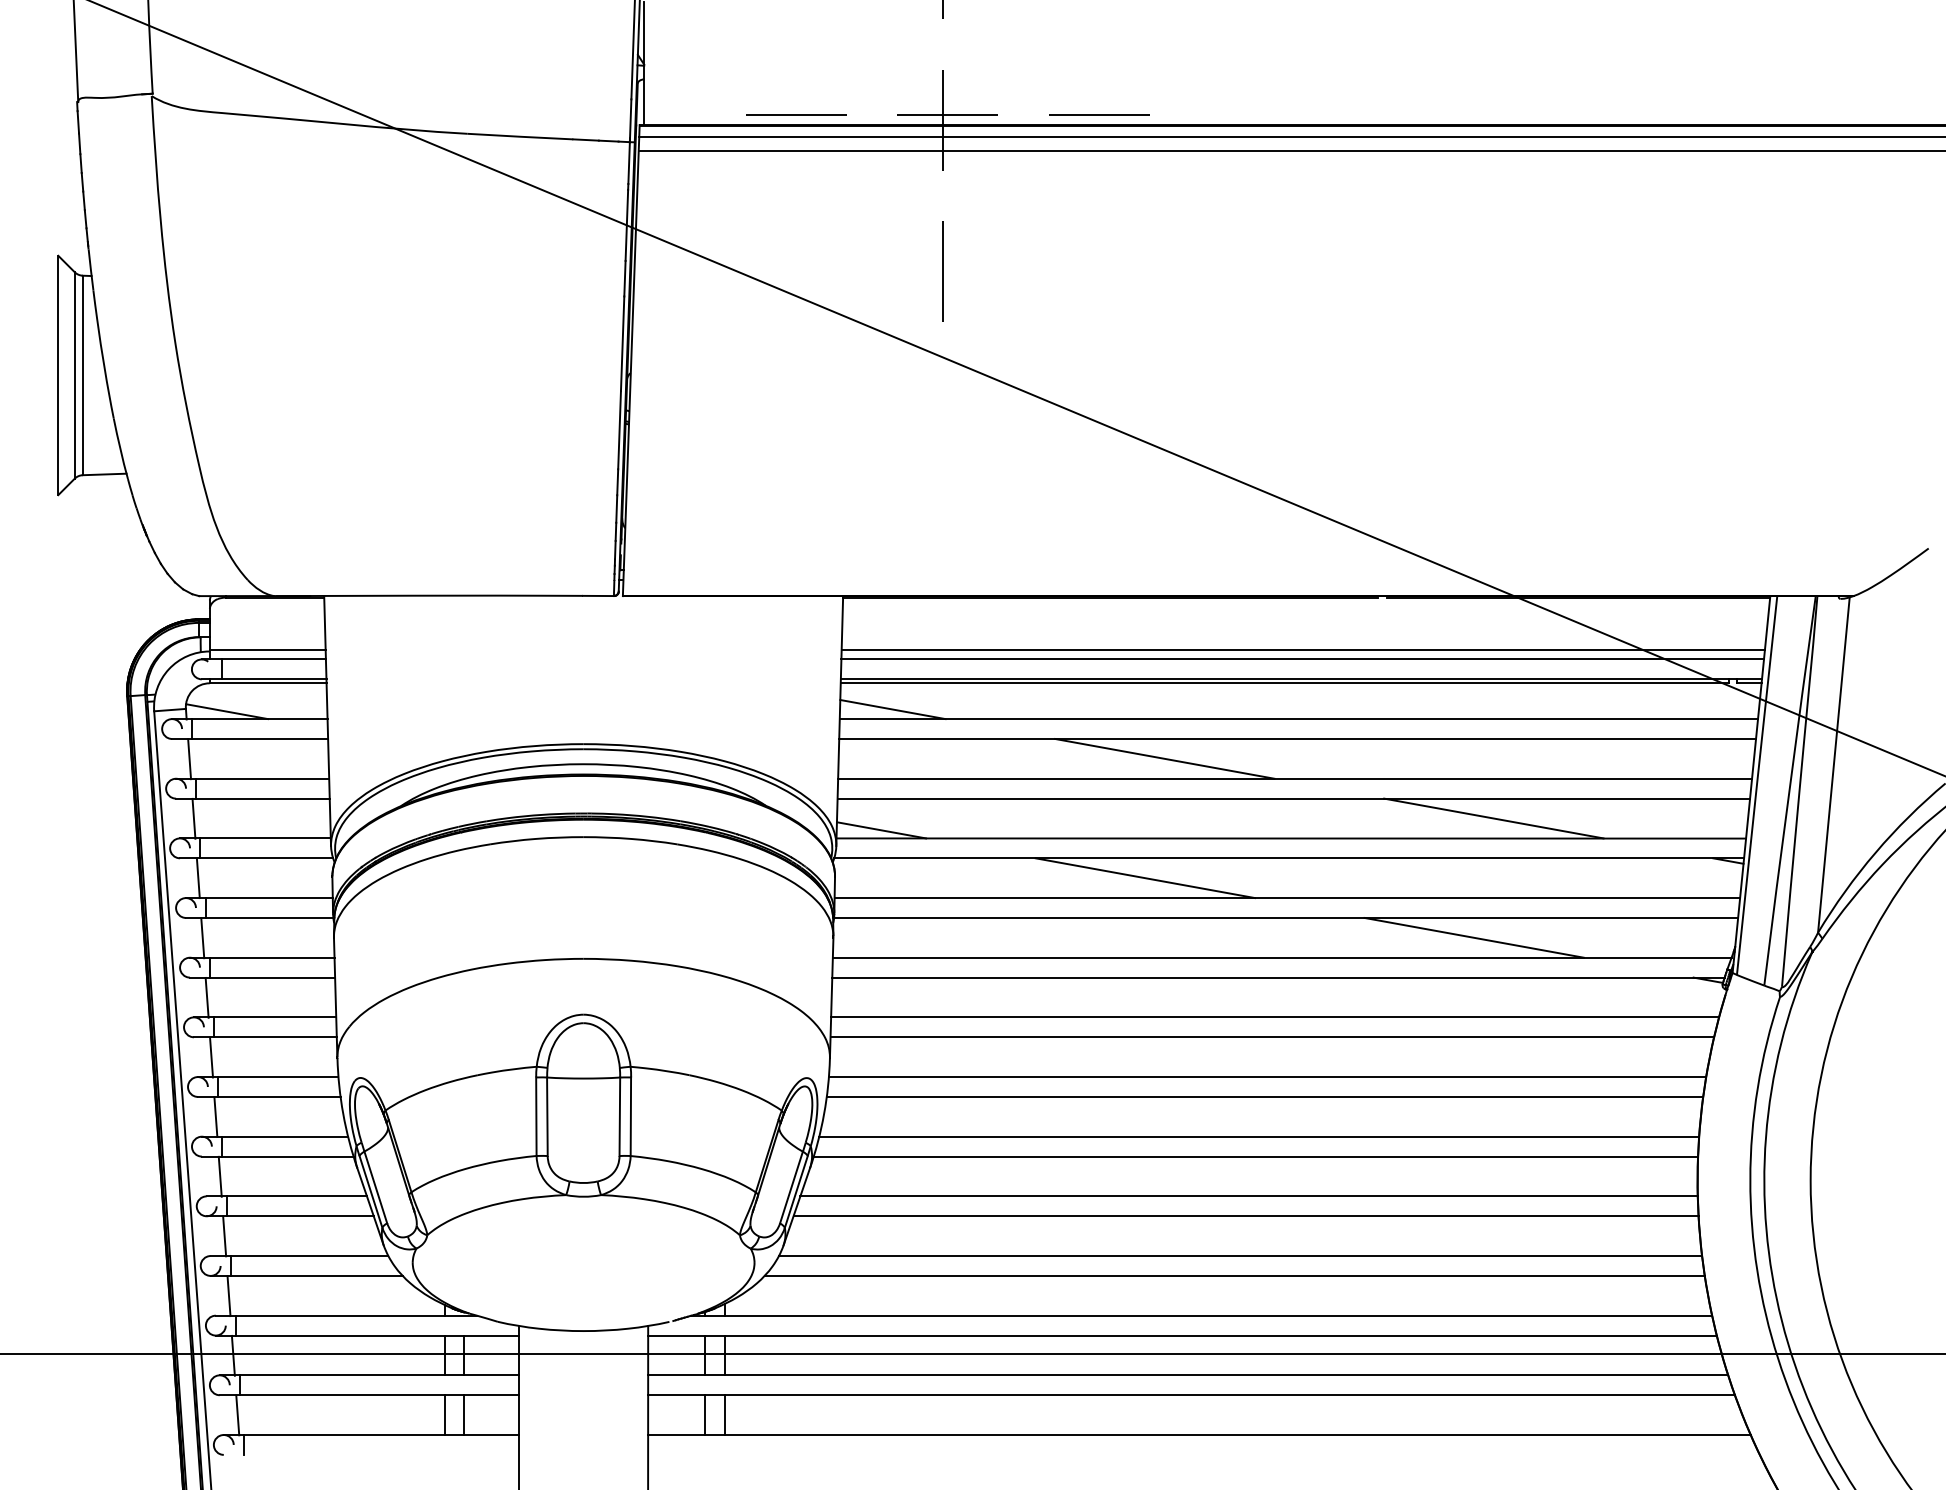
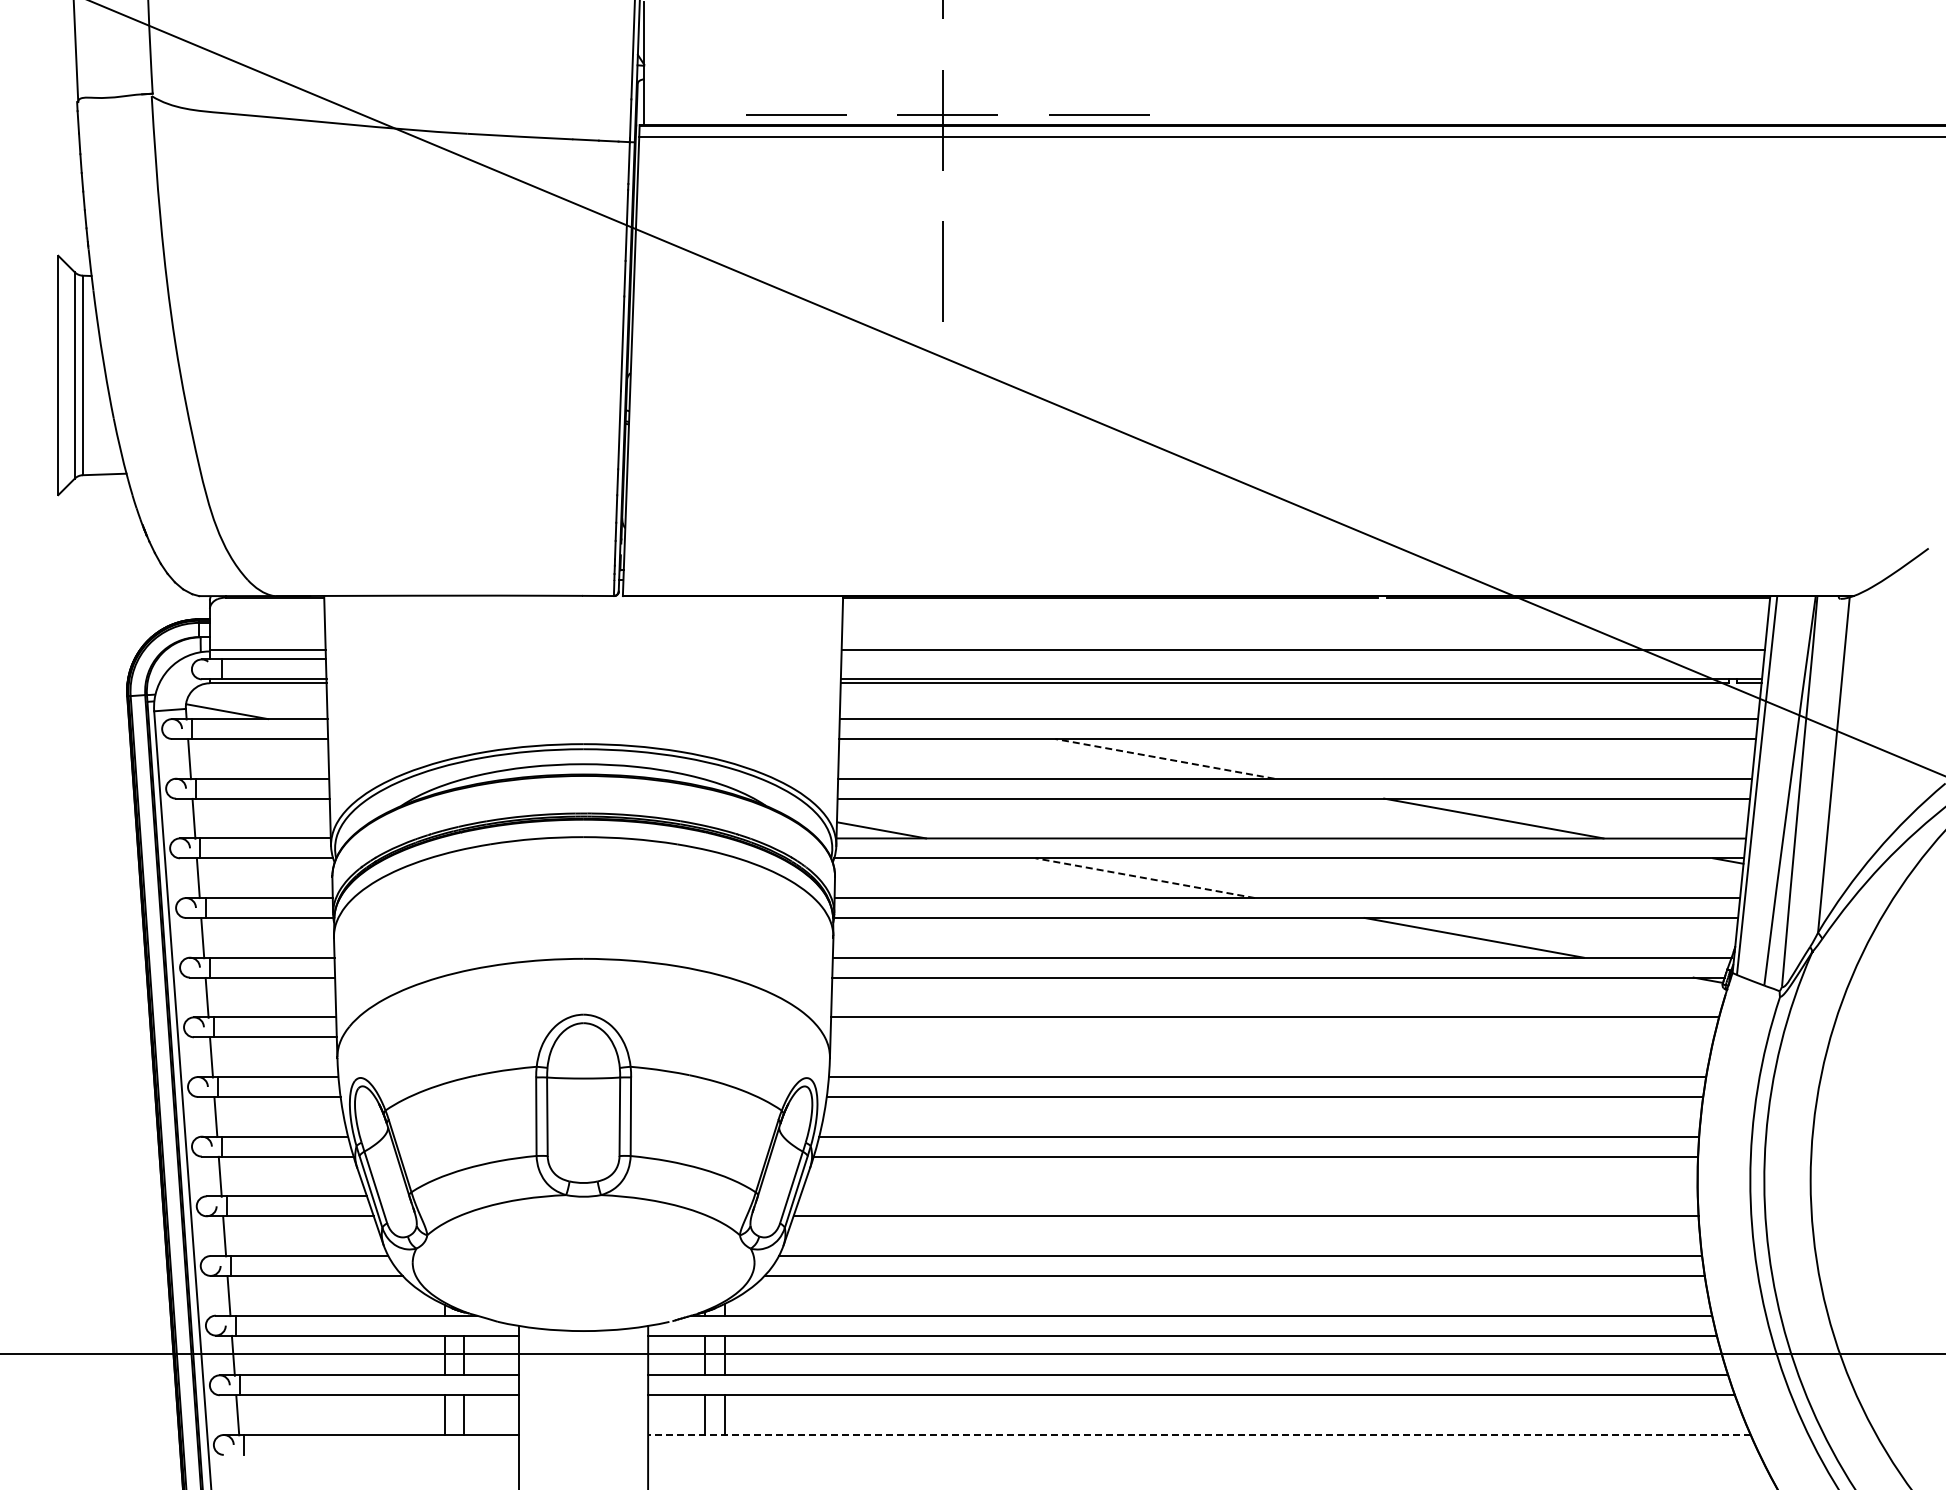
line at (1290, 150): present -> none
line at (1302, 659): present -> none
line at (892, 709): present -> none
line at (1164, 758): solid -> dashed
line at (1144, 878): solid -> dashed
line at (1272, 1037): present -> none
line at (1249, 1196): present -> none
line at (1198, 1435): solid -> dashed
